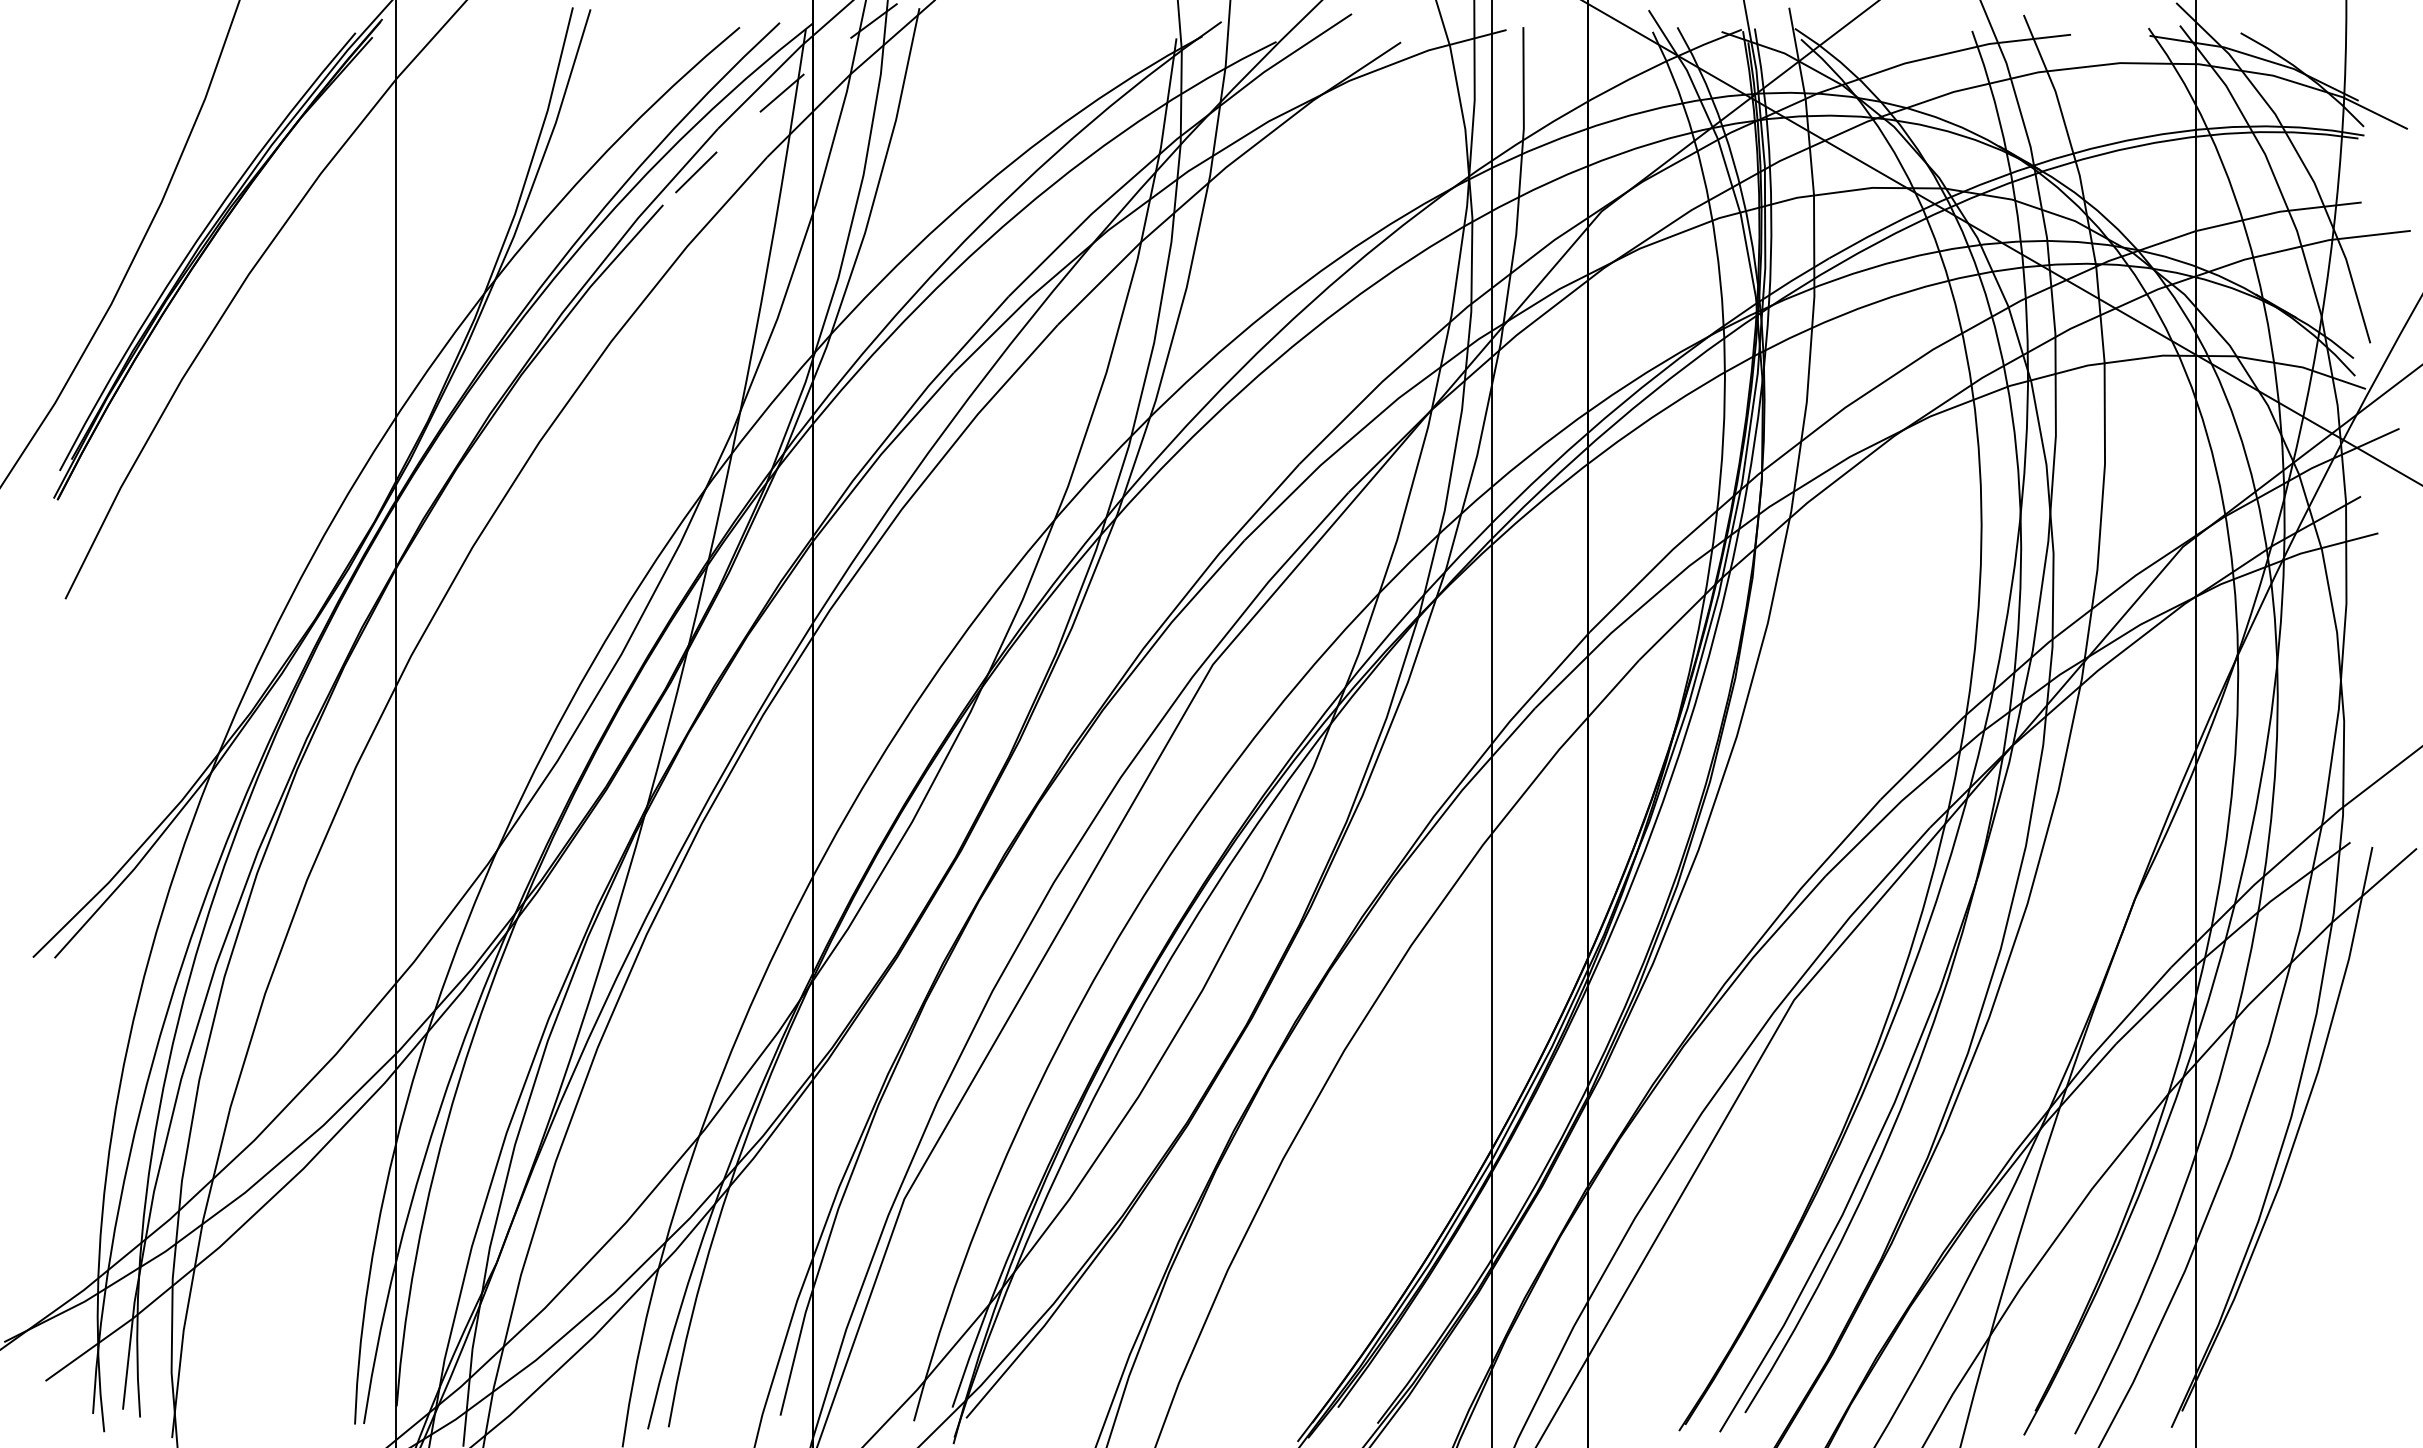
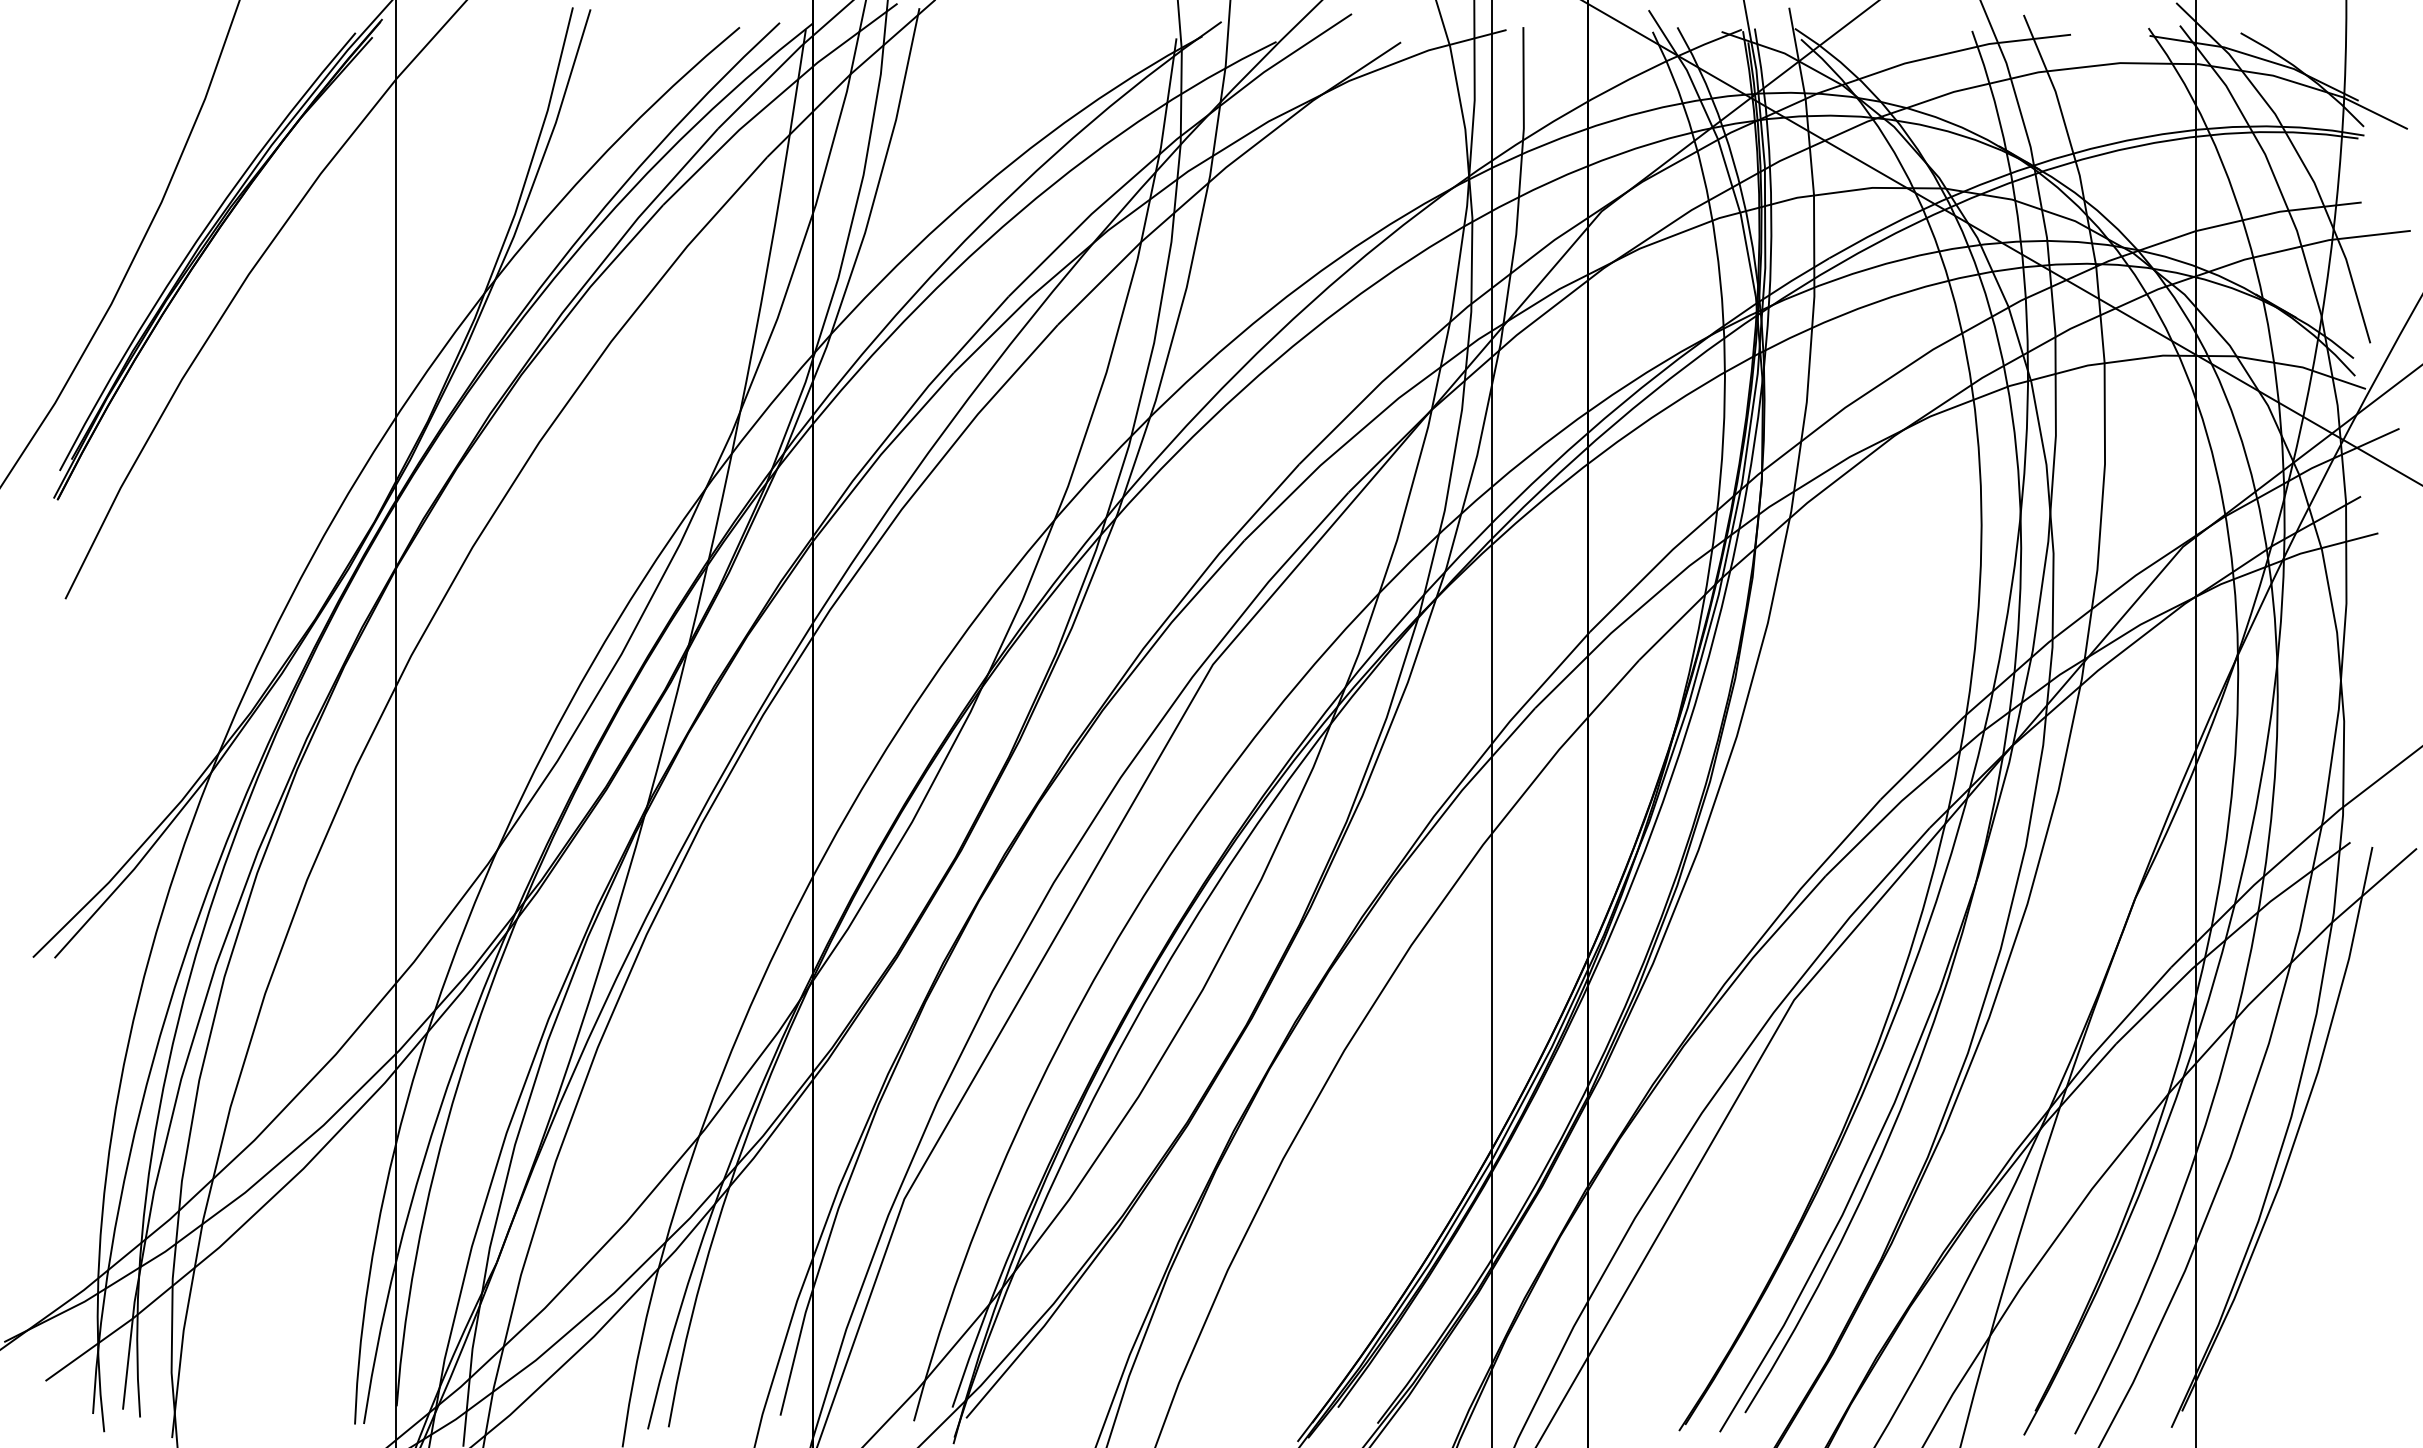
line at (775, 98): dashed -> solid
